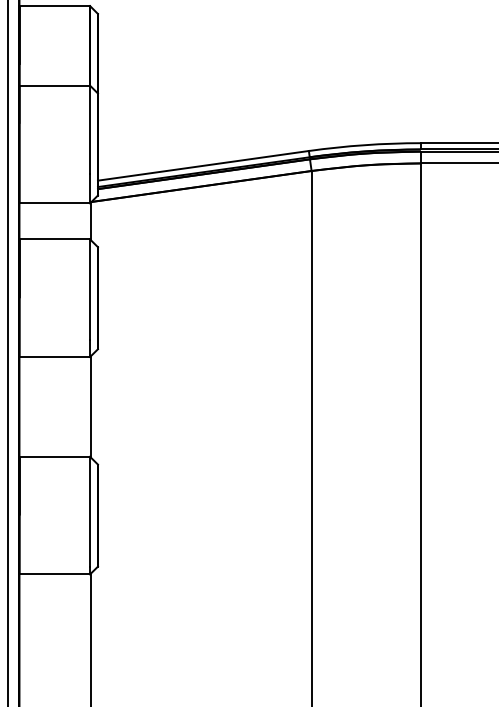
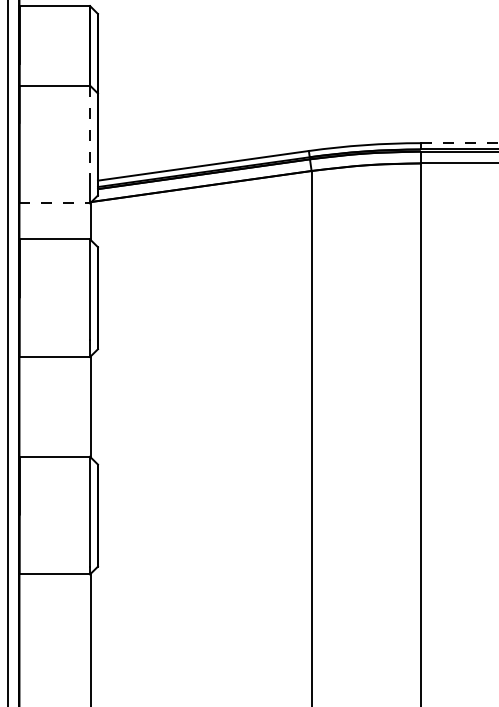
line at (90, 130): solid -> dashed
line at (459, 143): solid -> dashed
line at (55, 203): solid -> dashed
